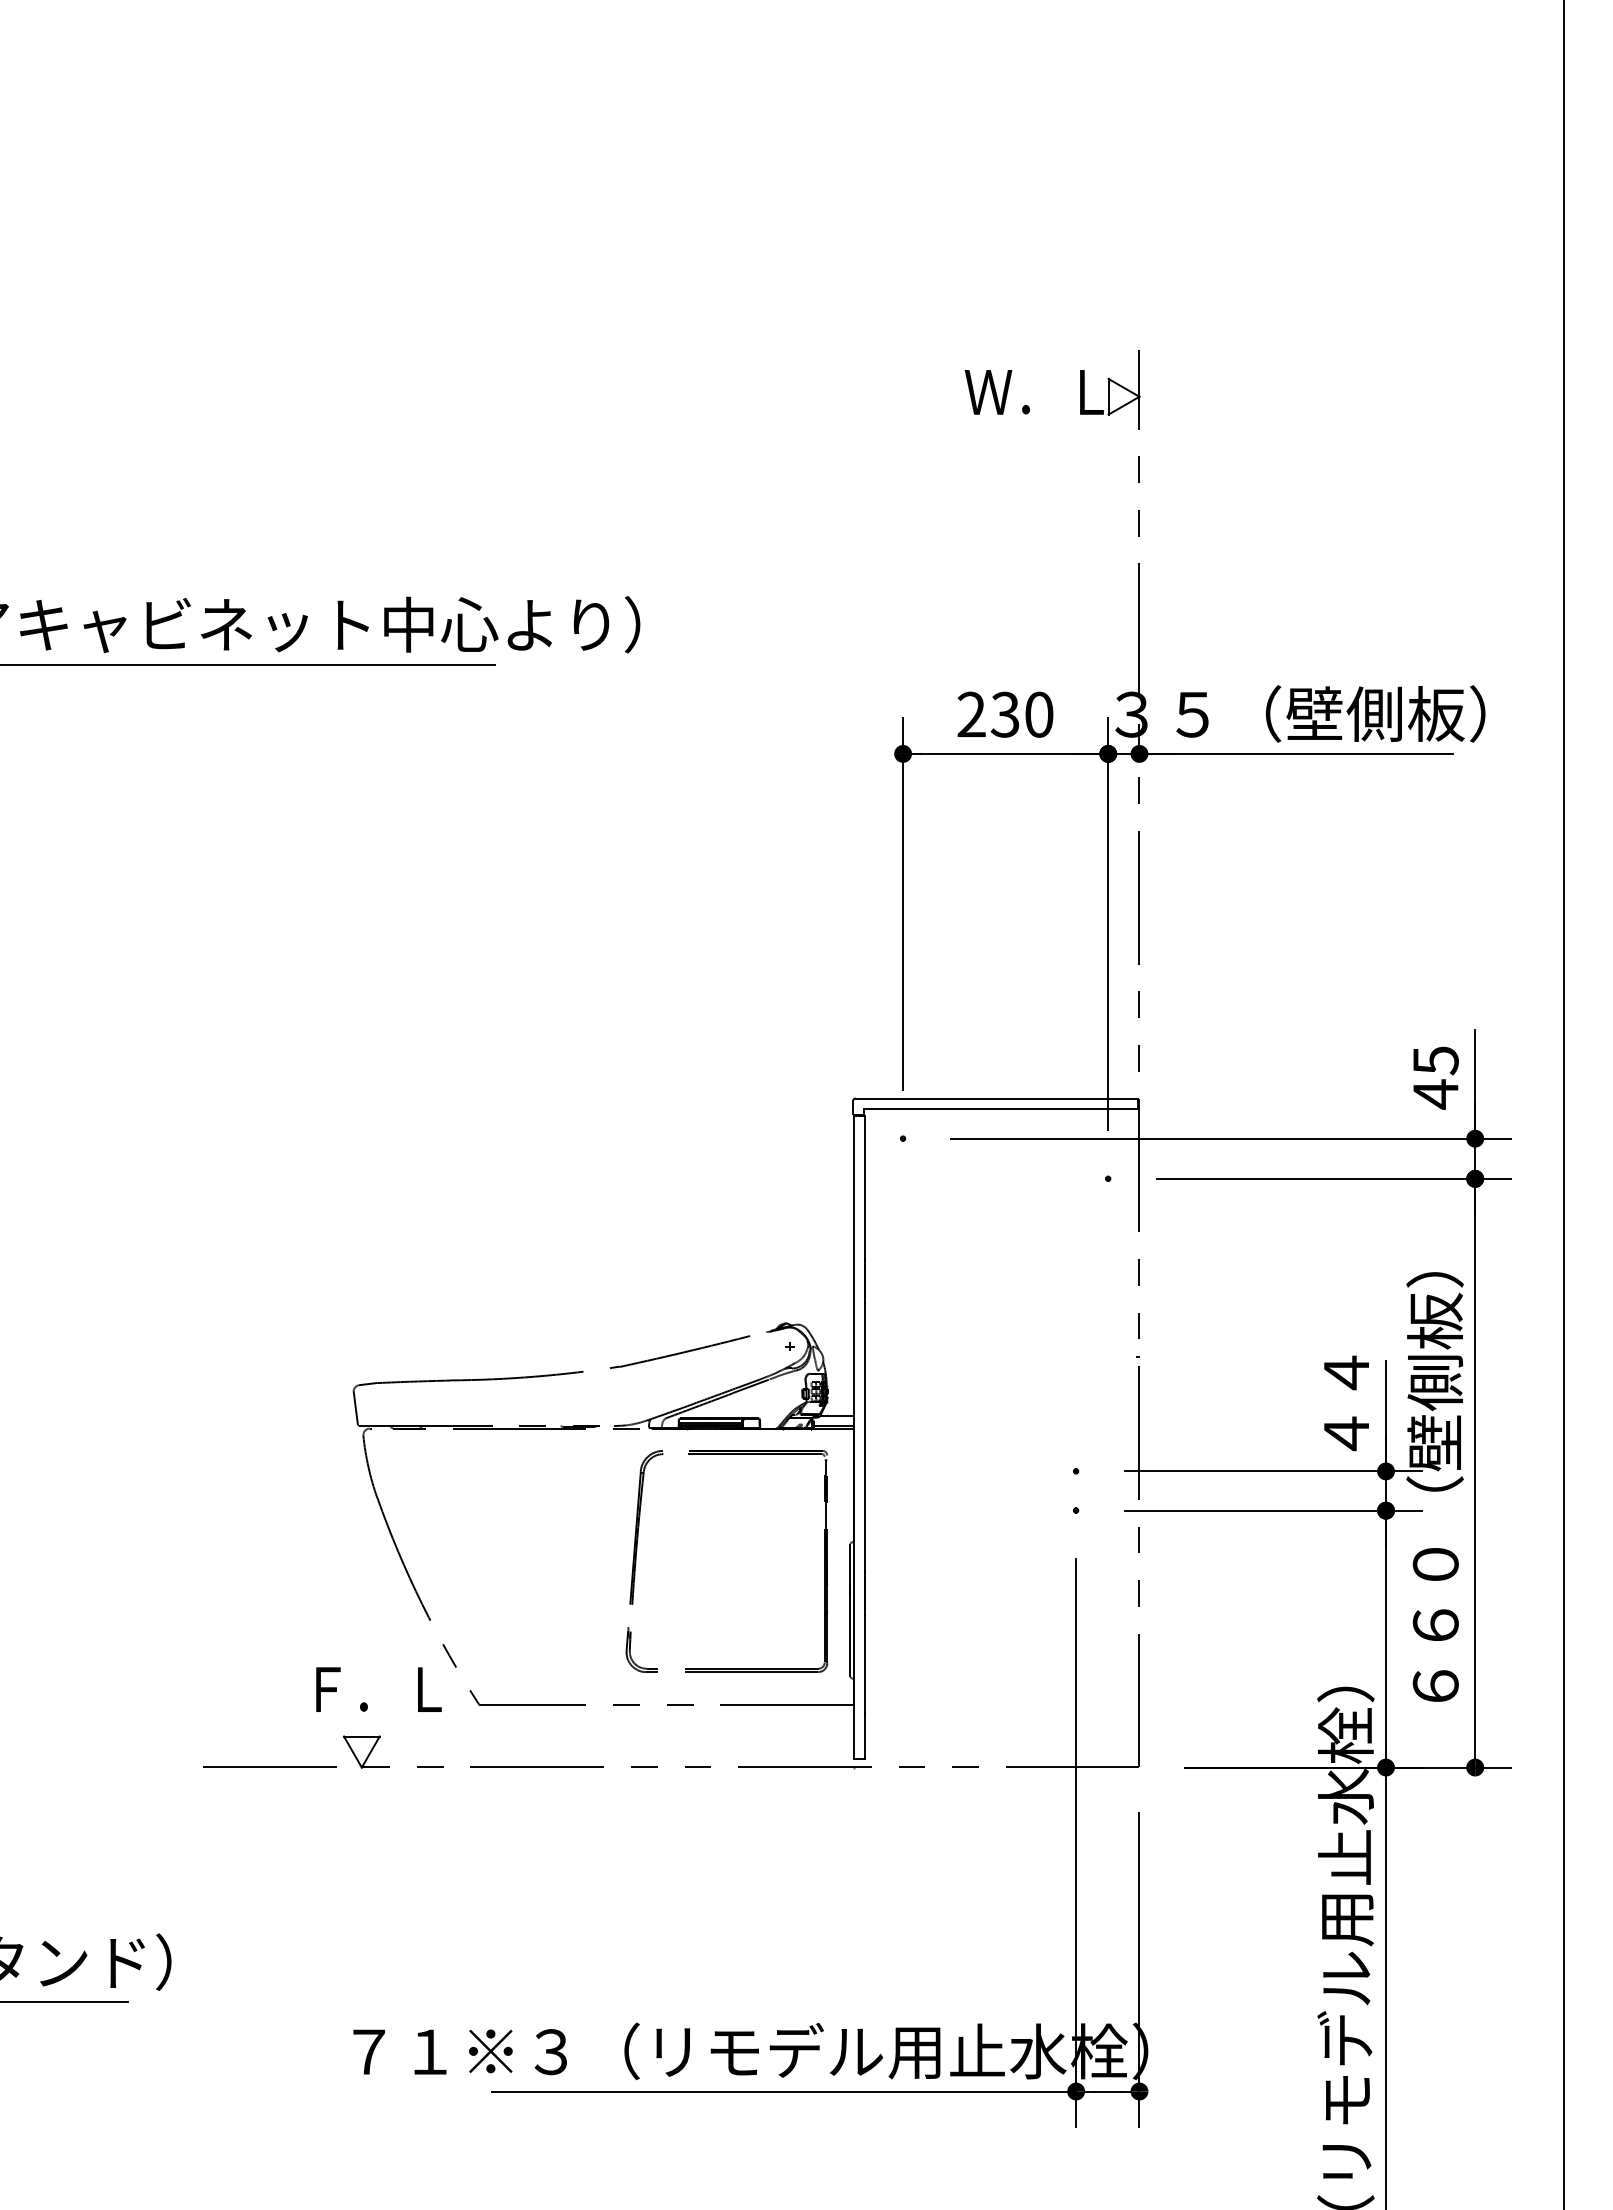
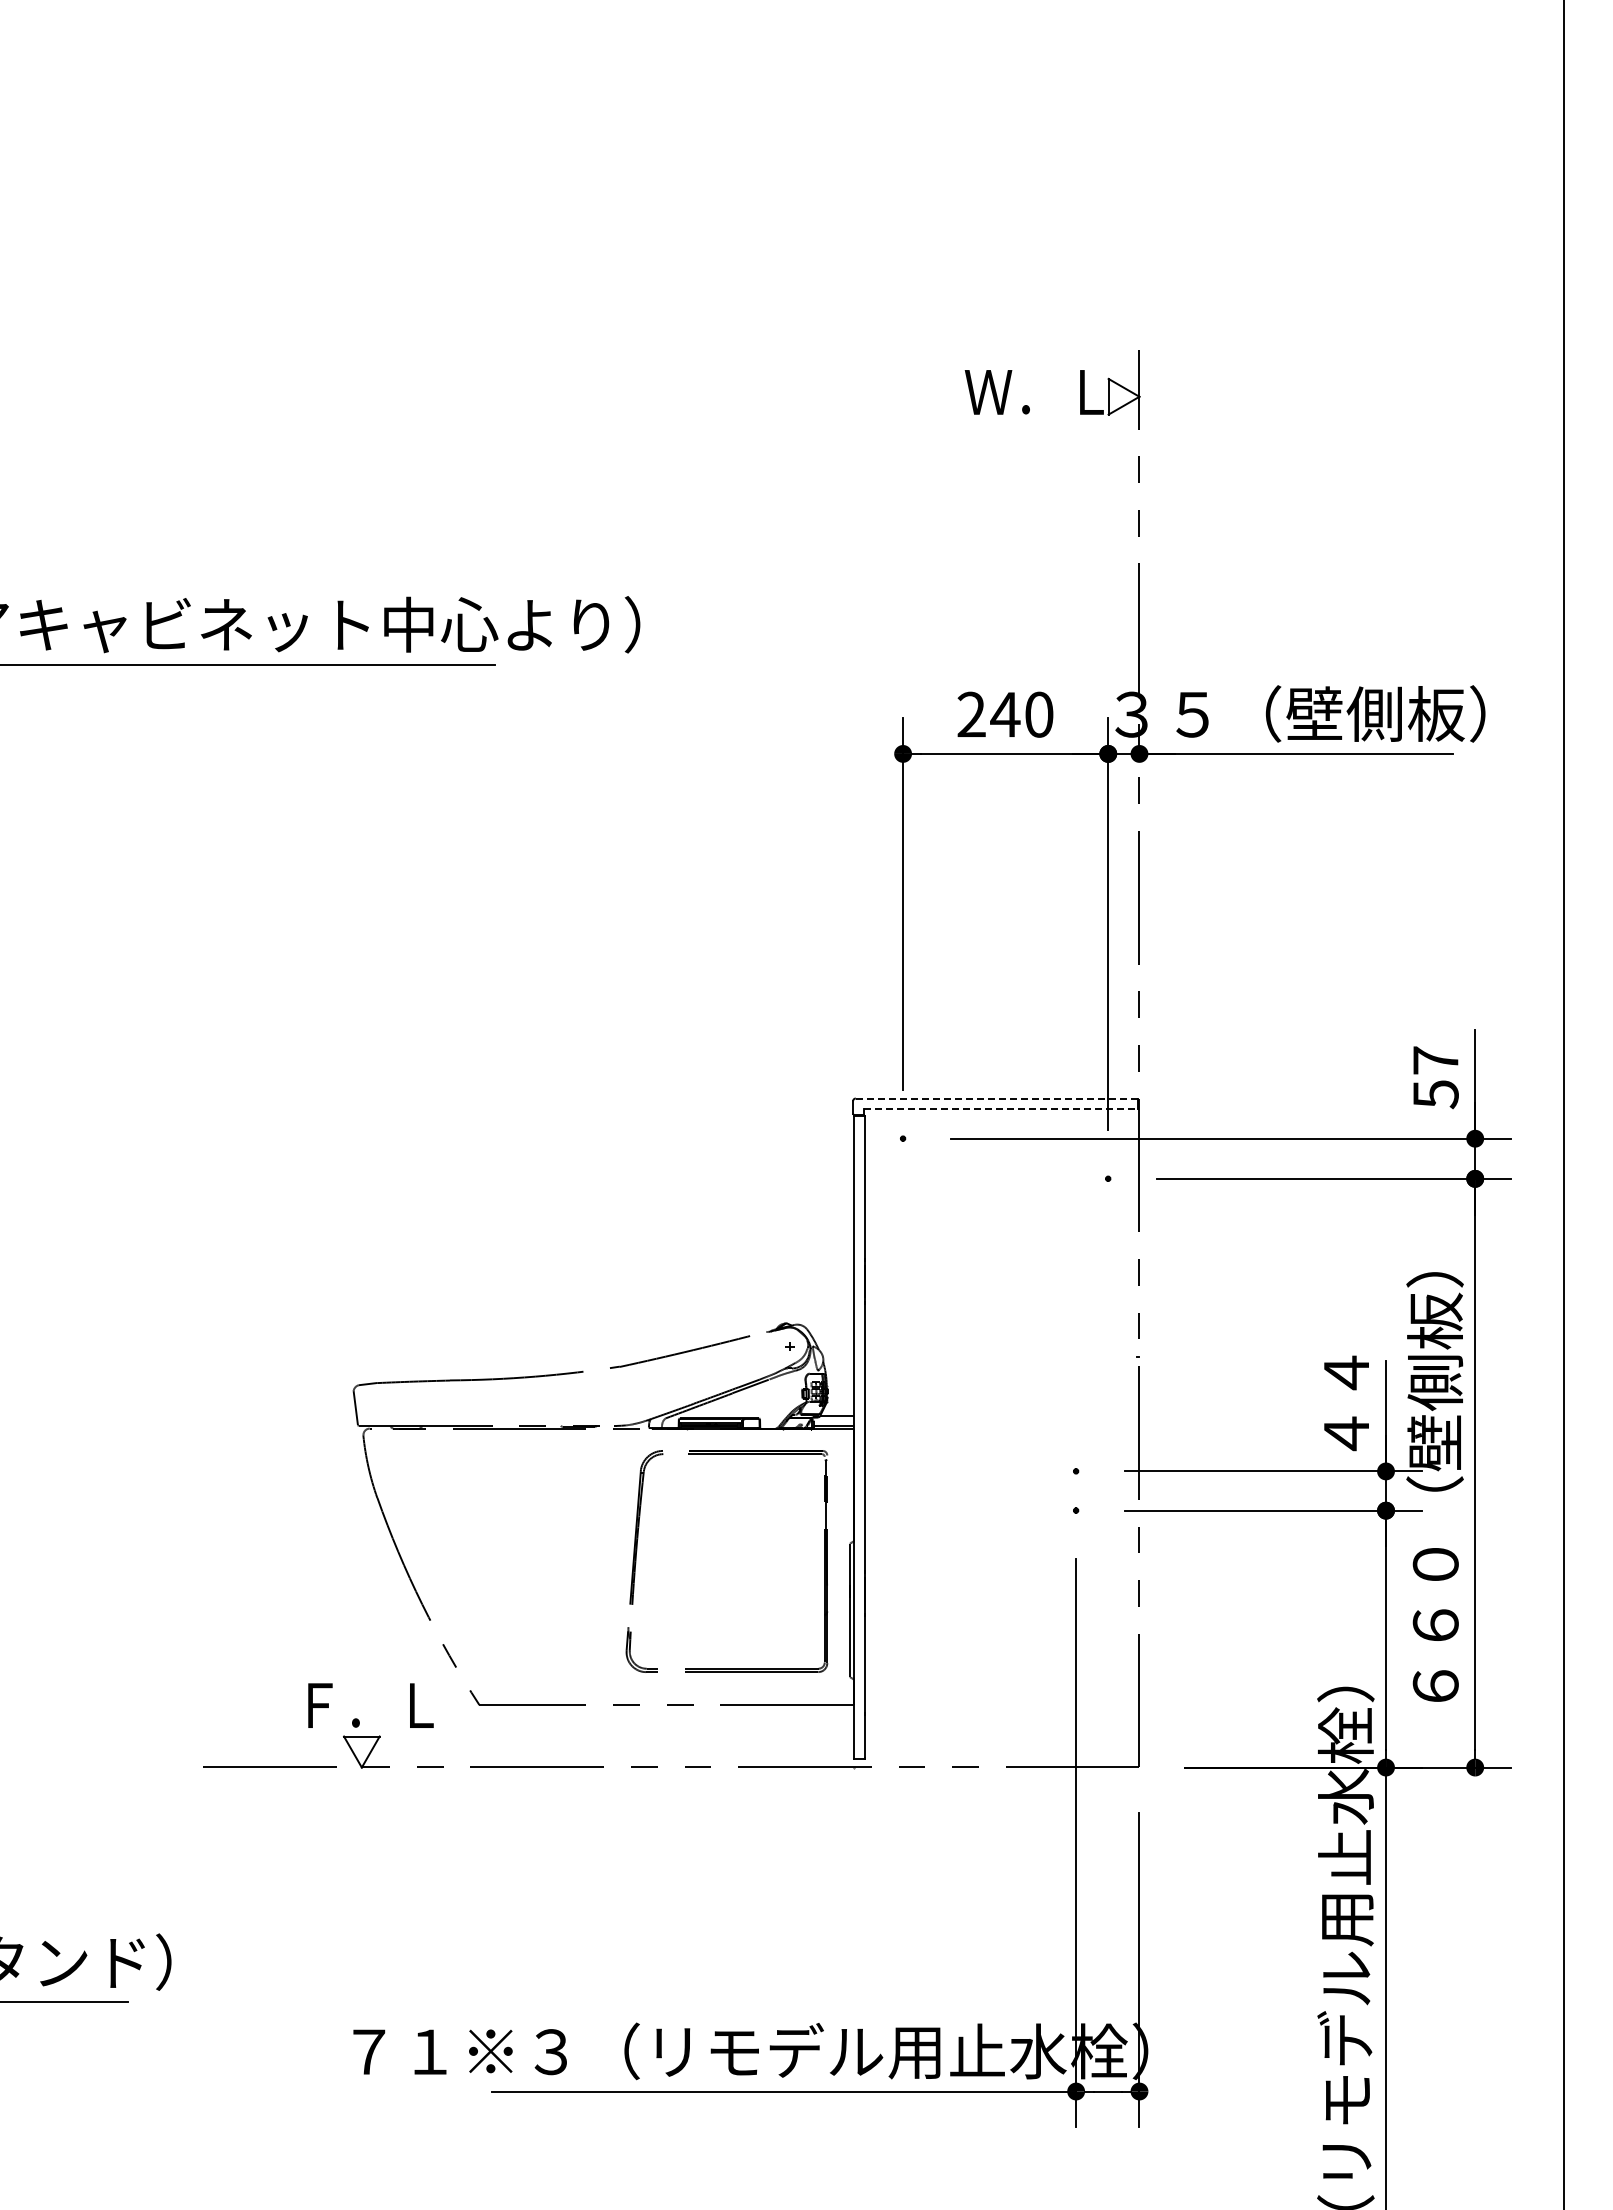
text at (1005, 714): 230 -> 240
text at (1435, 1077): 45 -> 57
line at (996, 1098): solid -> dashed
line at (1000, 1109): solid -> dashed
text at (378, 1689) position: (378, 1689) -> (370, 1705)
